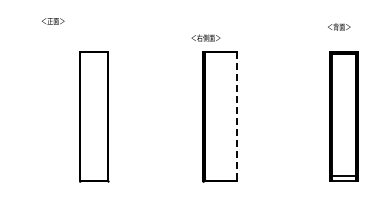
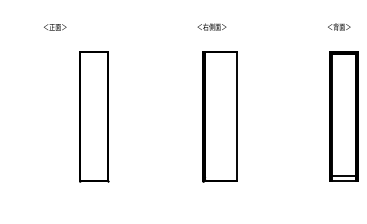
text at (53, 21) position: (53, 21) -> (55, 27)
text at (205, 37) position: (205, 37) -> (211, 26)
line at (236, 116): dashed -> solid
